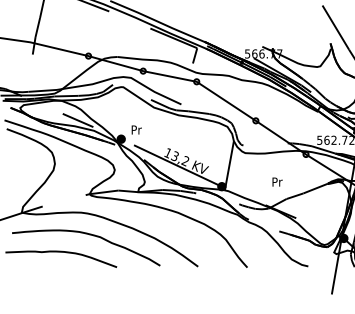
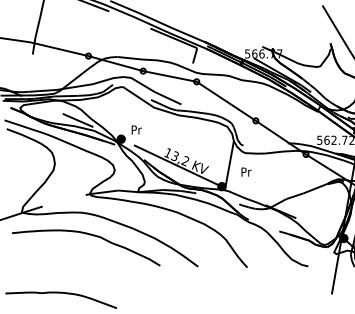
text at (277, 181) position: (277, 181) -> (246, 171)
curve at (61, 252) position: (61, 252) -> (61, 293)
